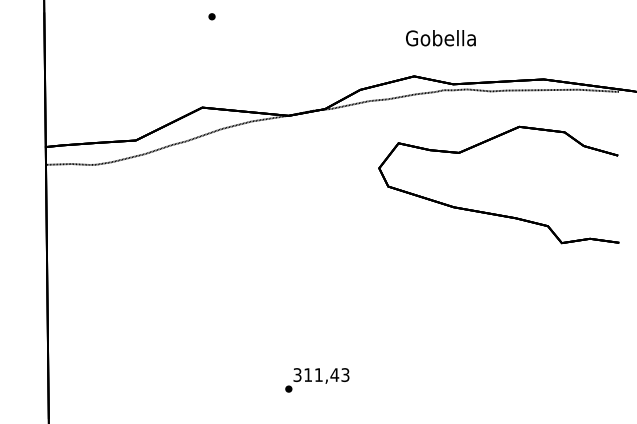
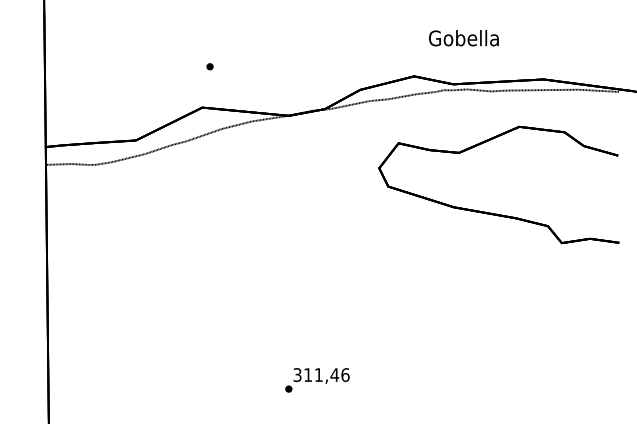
part at (211, 16) position: (211, 16) -> (209, 66)
text at (440, 38) position: (440, 38) -> (463, 38)
text at (345, 375): 311,43 -> 311,46
